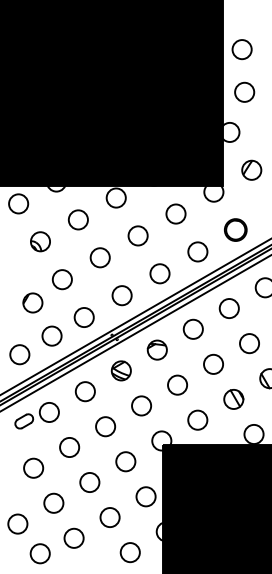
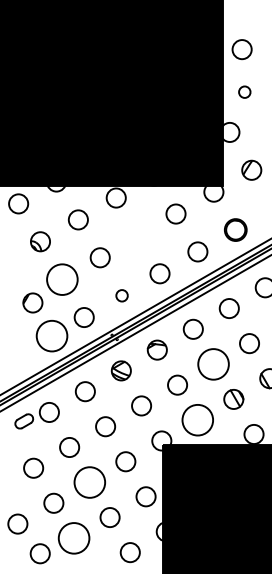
circle at (244, 91) size: 22x22 px -> 14x14 px
circle at (137, 235): present -> none
circle at (61, 279) diameter: 19 px -> 31 px
circle at (121, 295) size: 22x22 px -> 14x14 px
circle at (51, 335) diameter: 19 px -> 31 px
circle at (19, 354): present -> none
circle at (213, 363) diameter: 19 px -> 31 px
circle at (197, 419) diameter: 19 px -> 31 px
circle at (89, 482) diameter: 19 px -> 31 px
circle at (73, 537) diameter: 19 px -> 31 px
